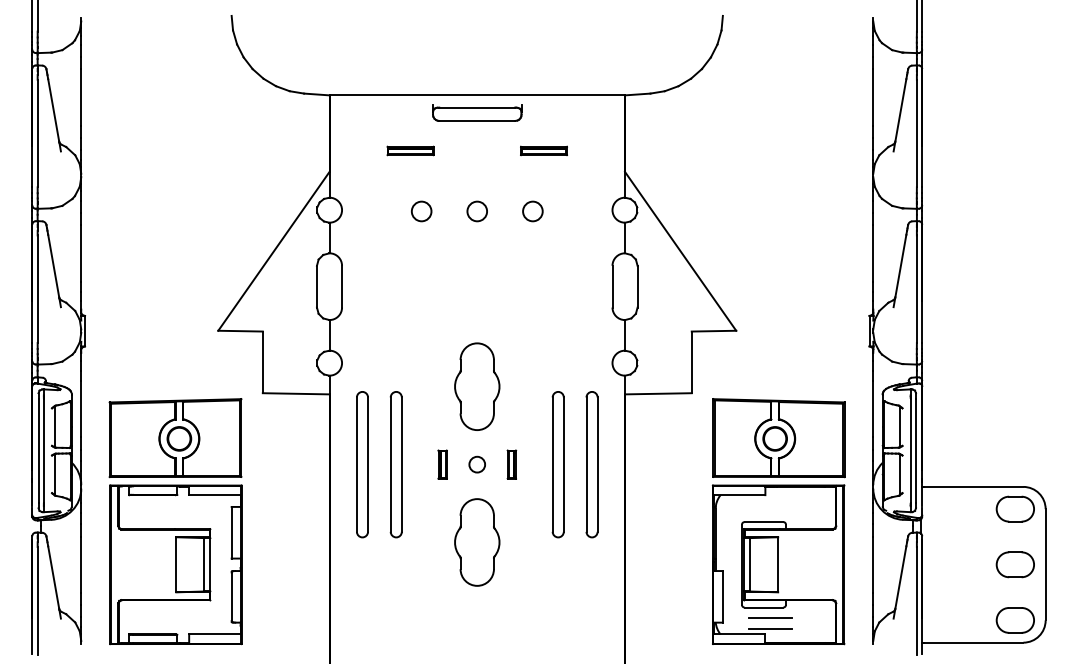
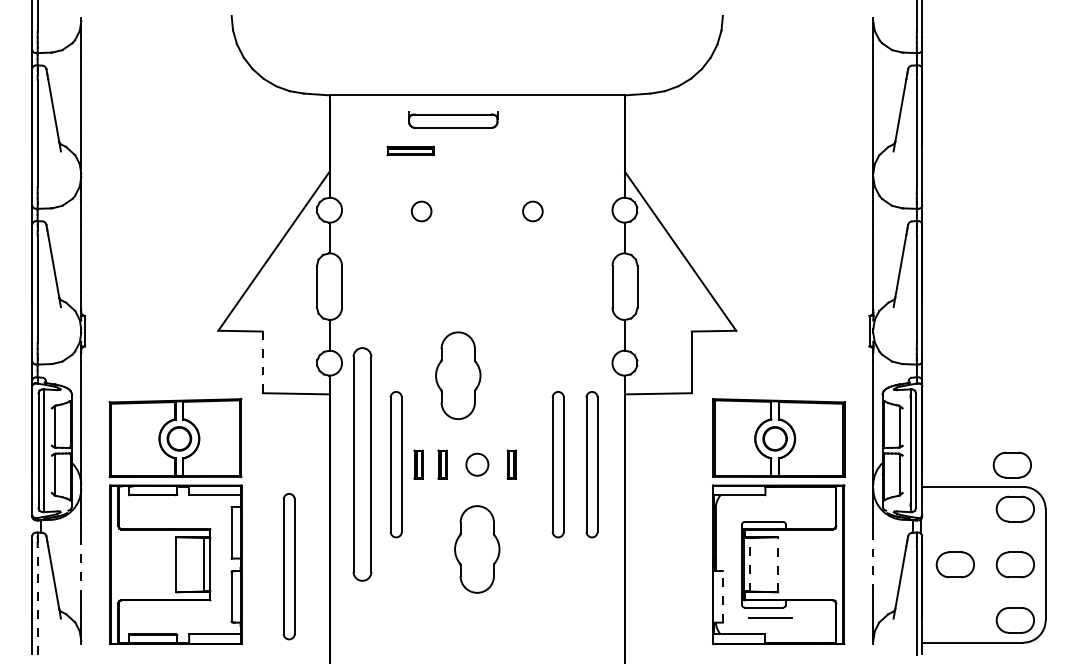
part at (477, 112) position: (477, 112) -> (453, 119)
part at (543, 150): present -> none
circle at (476, 211): present -> none
line at (262, 362): solid -> dashed
part at (477, 386) position: (477, 386) -> (458, 375)
part at (362, 464) size: 13x148 px -> 21x235 px
part at (418, 464): none -> present
circle at (476, 464) size: 18x19 px -> 25x25 px
part at (1011, 464): none -> present
part at (477, 542) position: (477, 542) -> (477, 549)
line at (750, 564): solid -> dashed
line at (778, 564): solid -> dashed
line at (873, 564): solid -> dashed
part at (954, 564): none -> present
line at (81, 565): solid -> dashed
part at (288, 566): none -> present
line at (722, 596): solid -> dashed
line at (37, 600): solid -> dashed
line at (769, 628): present -> none
